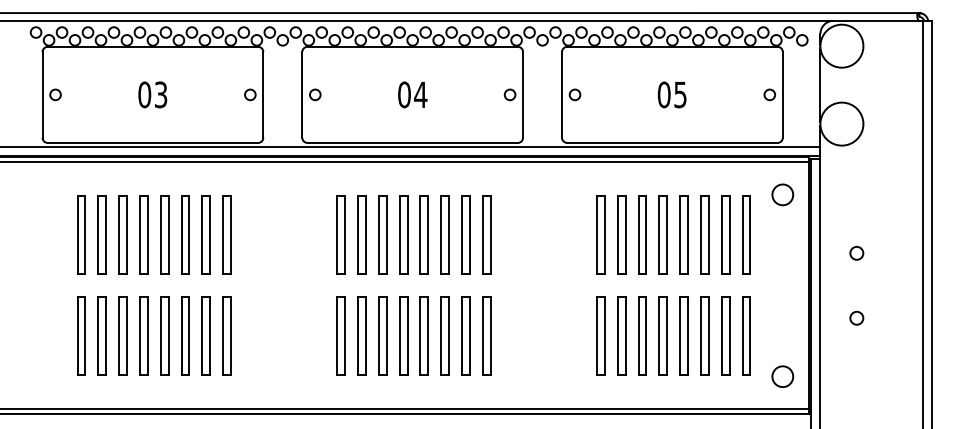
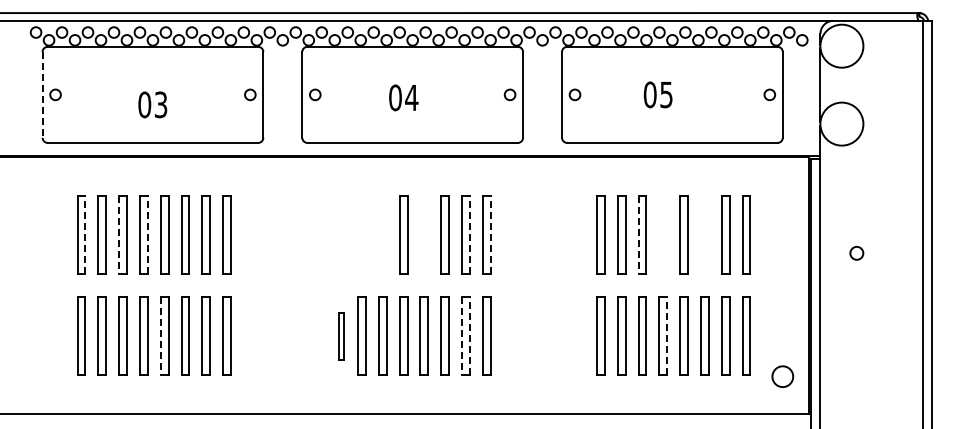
line at (42, 94): solid -> dashed
text at (152, 94) position: (152, 94) -> (152, 104)
text at (412, 94) position: (412, 94) -> (403, 97)
text at (671, 94) position: (671, 94) -> (657, 94)
line at (411, 146): present -> none
line at (405, 162): present -> none
circle at (782, 194): present -> none
part at (340, 234): present -> none
part at (361, 234): present -> none
part at (382, 234): present -> none
part at (423, 234): present -> none
part at (662, 234): present -> none
part at (704, 234): present -> none
line at (85, 235): solid -> dashed
line at (119, 235): solid -> dashed
line at (147, 235): solid -> dashed
line at (469, 235): solid -> dashed
line at (490, 235): solid -> dashed
line at (638, 235): solid -> dashed
circle at (856, 317): present -> none
part at (340, 335) size: 10x80 px -> 7x49 px
line at (160, 336): solid -> dashed
line at (462, 336): solid -> dashed
line at (469, 336): solid -> dashed
line at (667, 336): solid -> dashed
line at (405, 409): present -> none
